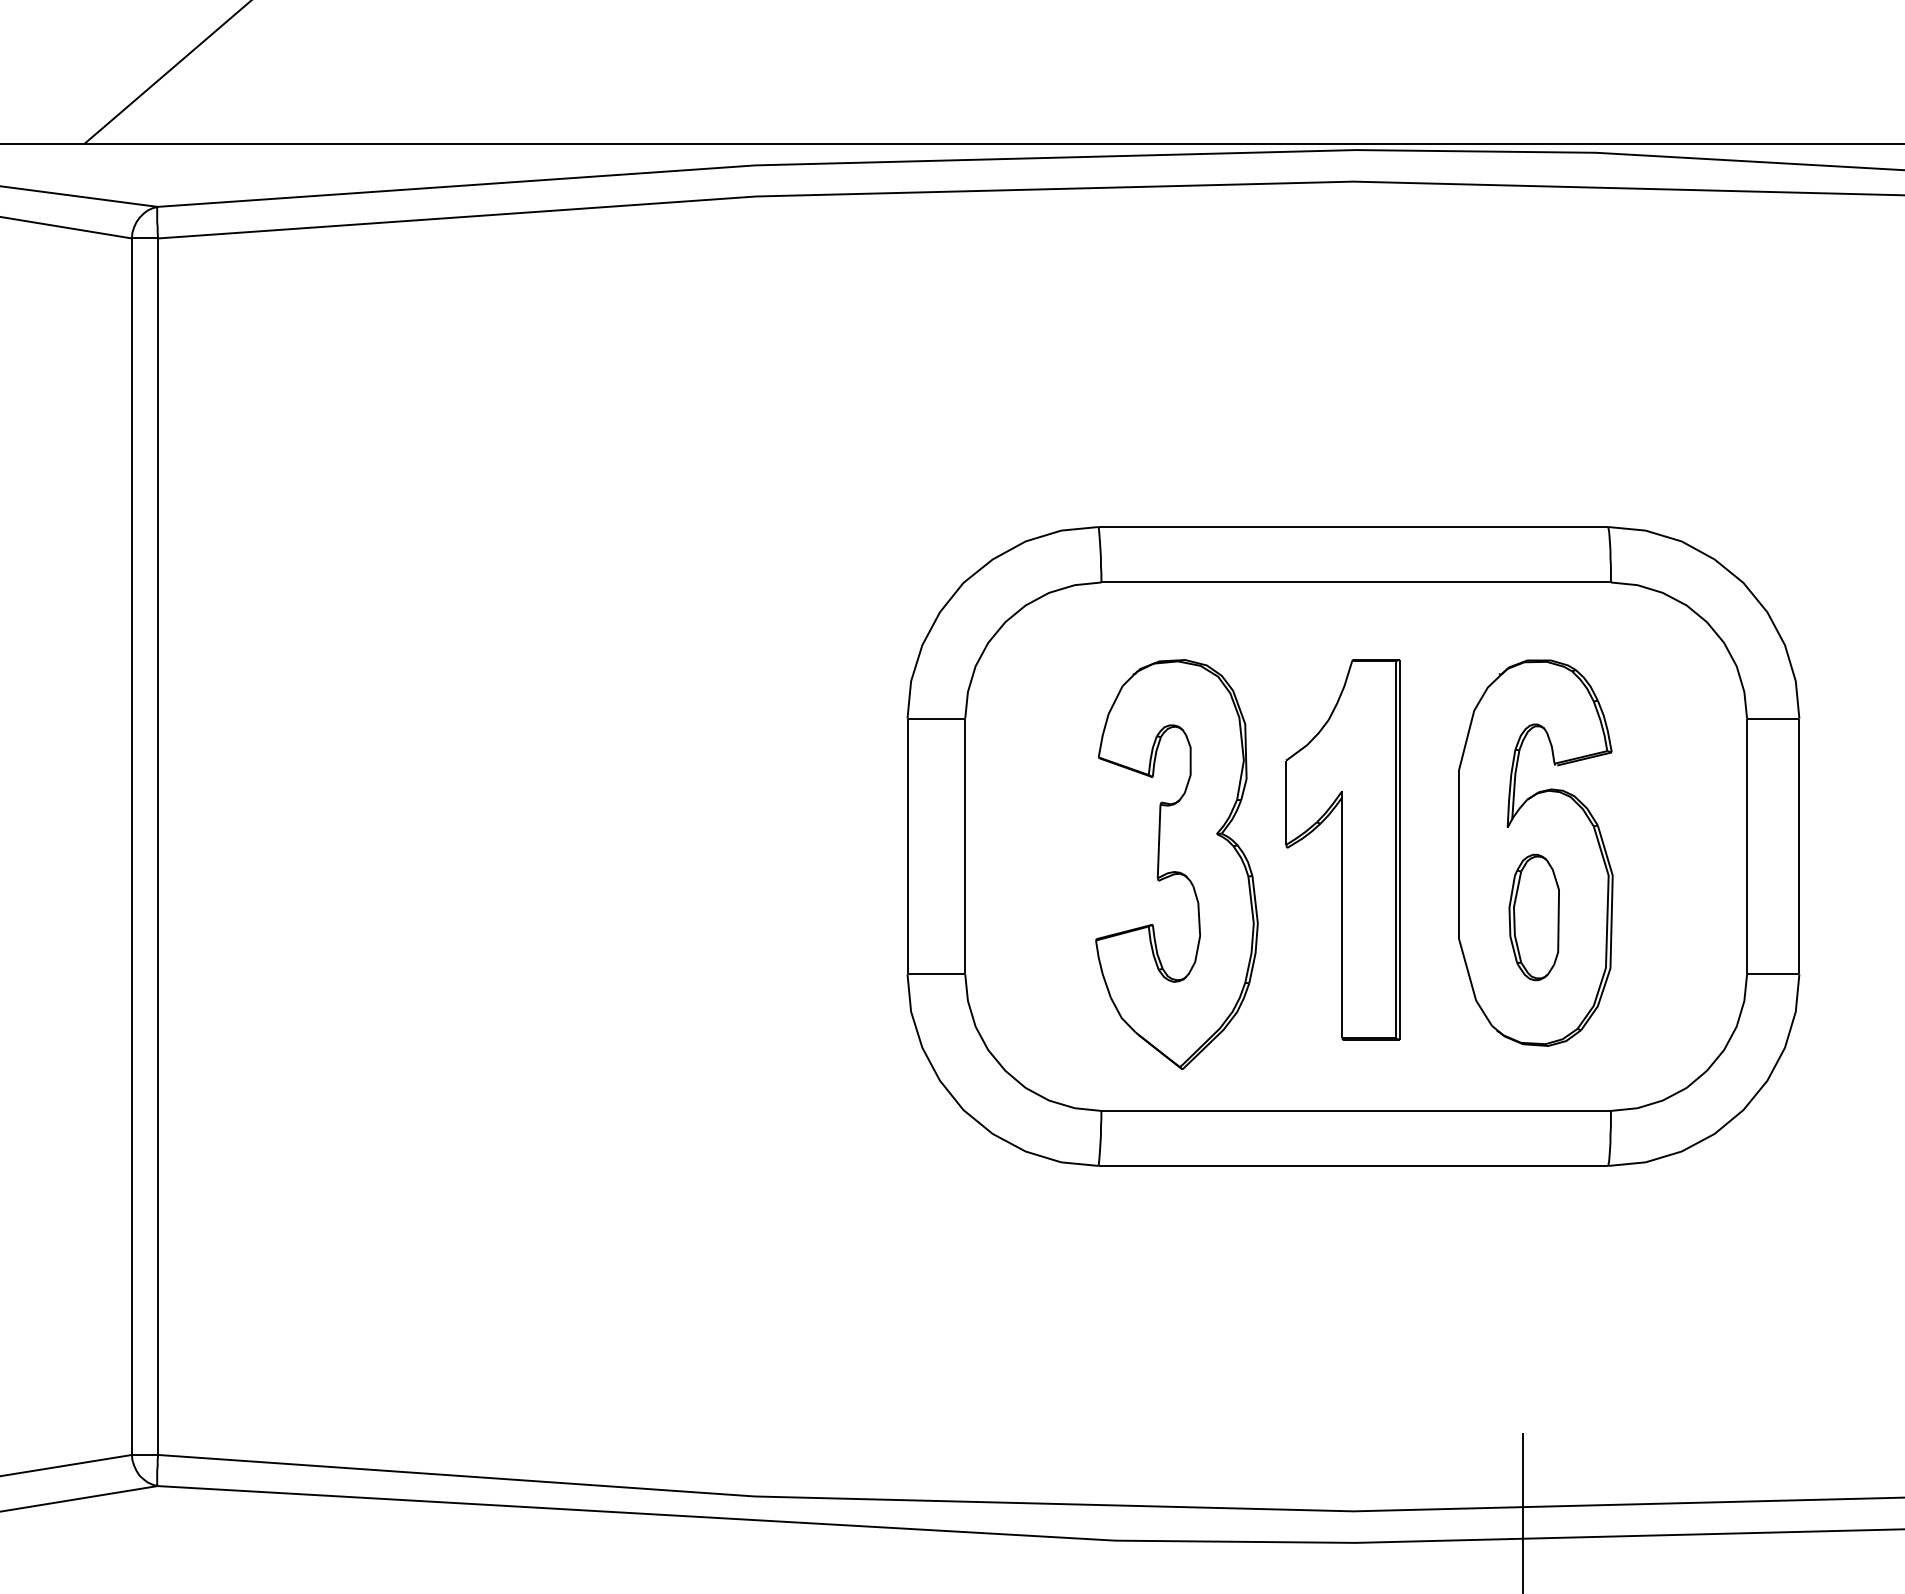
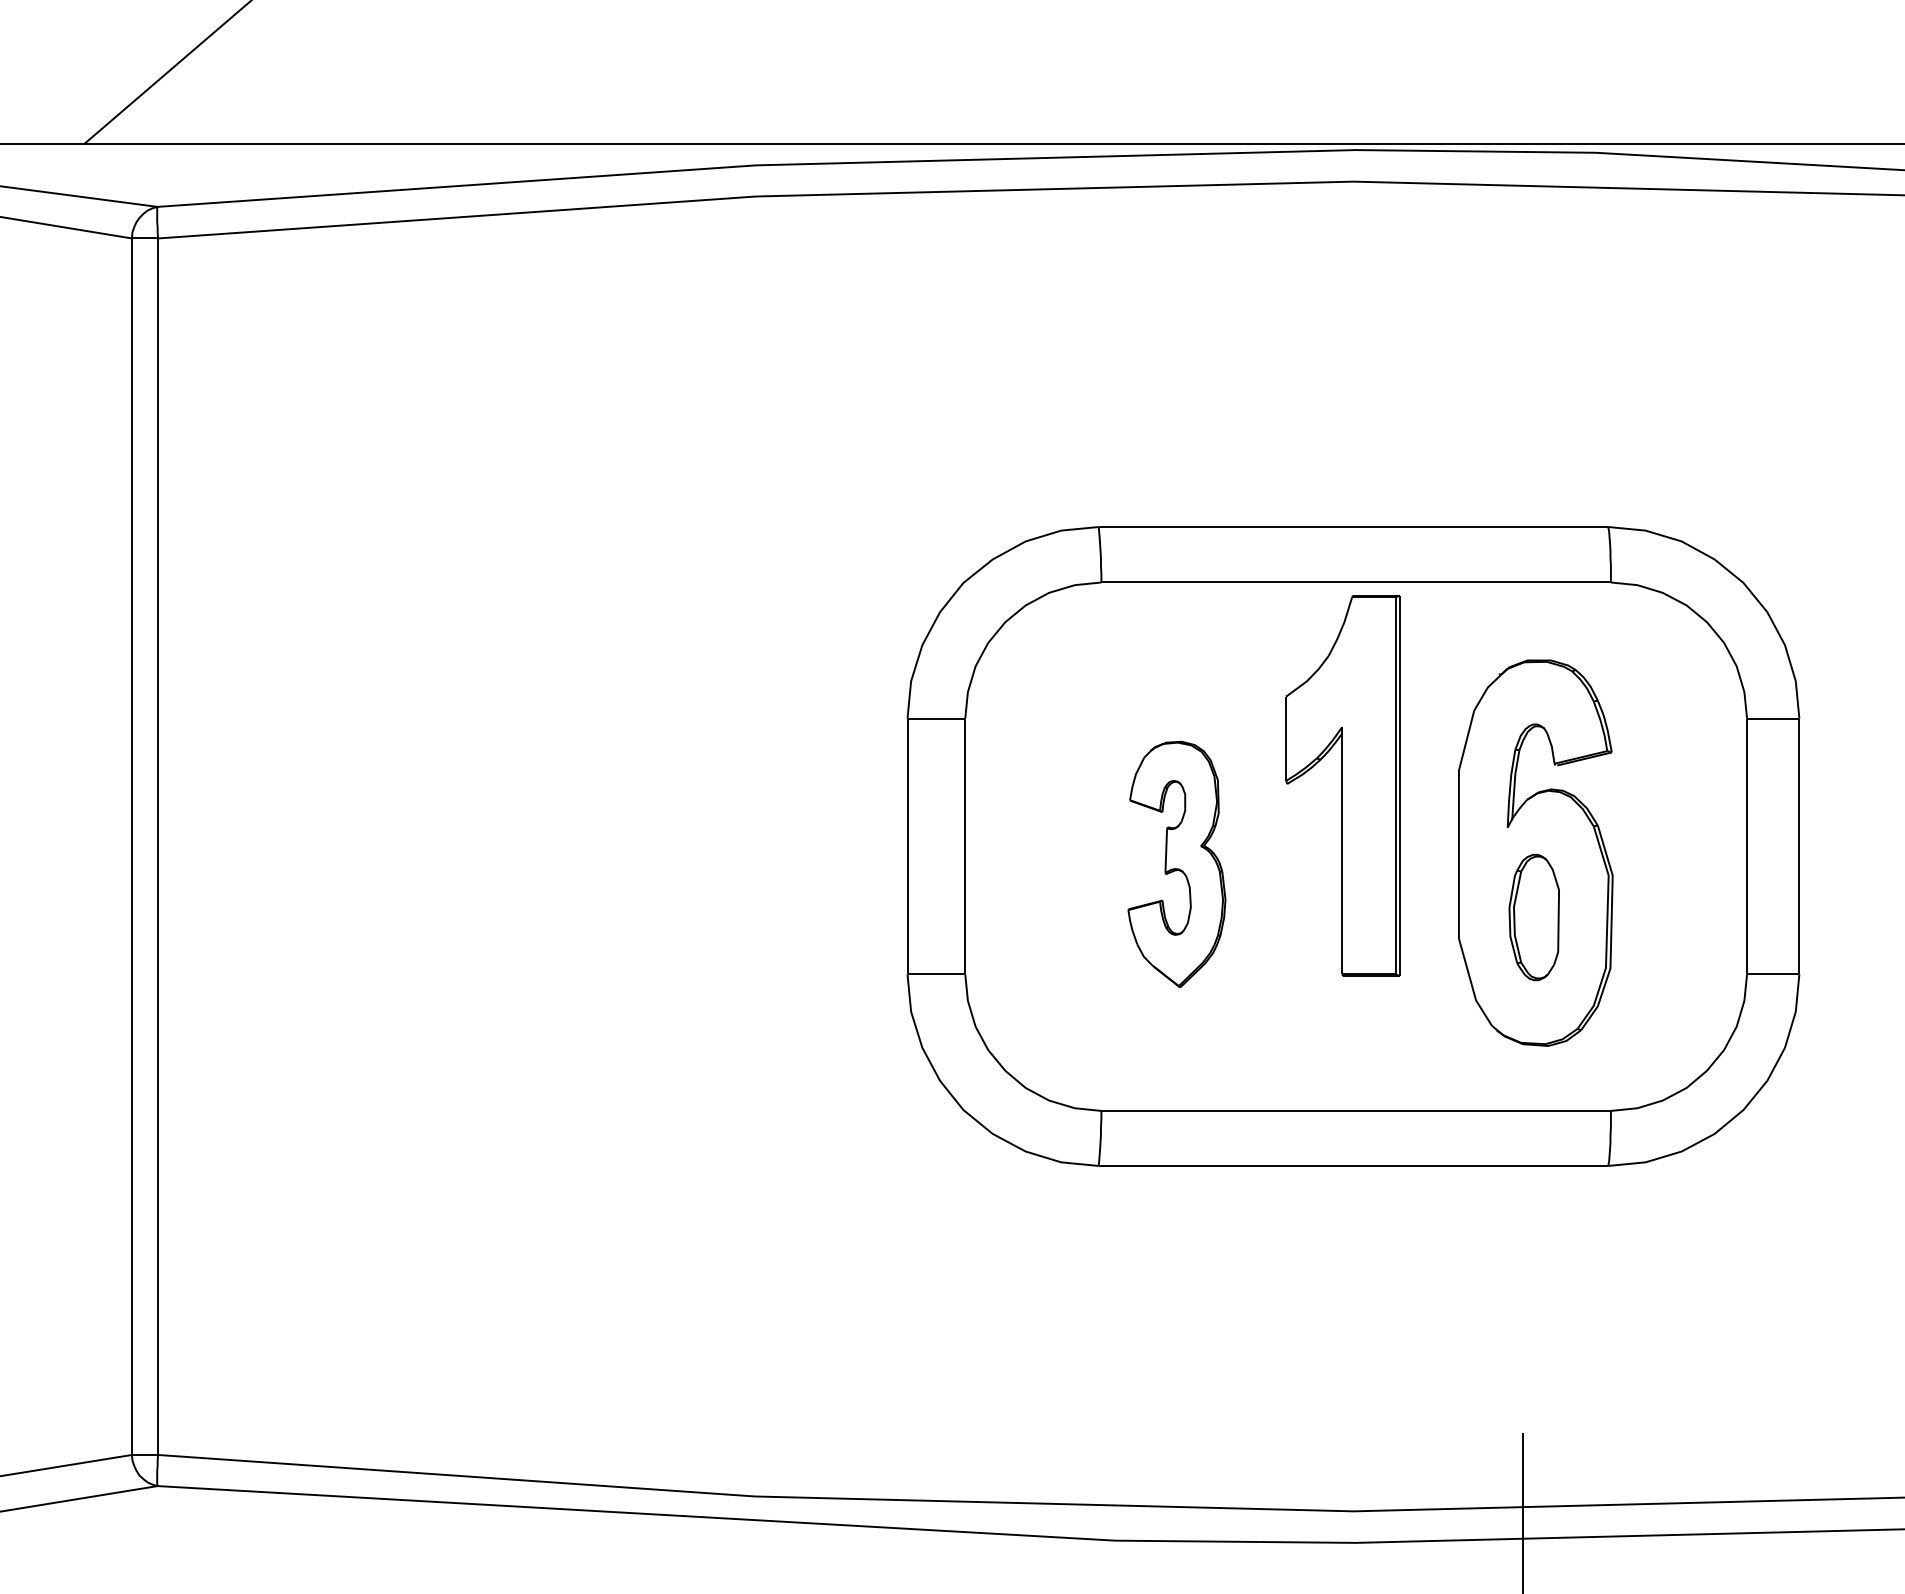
part at (1342, 849) position: (1342, 849) -> (1342, 785)
part at (1176, 864) size: 164x411 px -> 100x248 px
